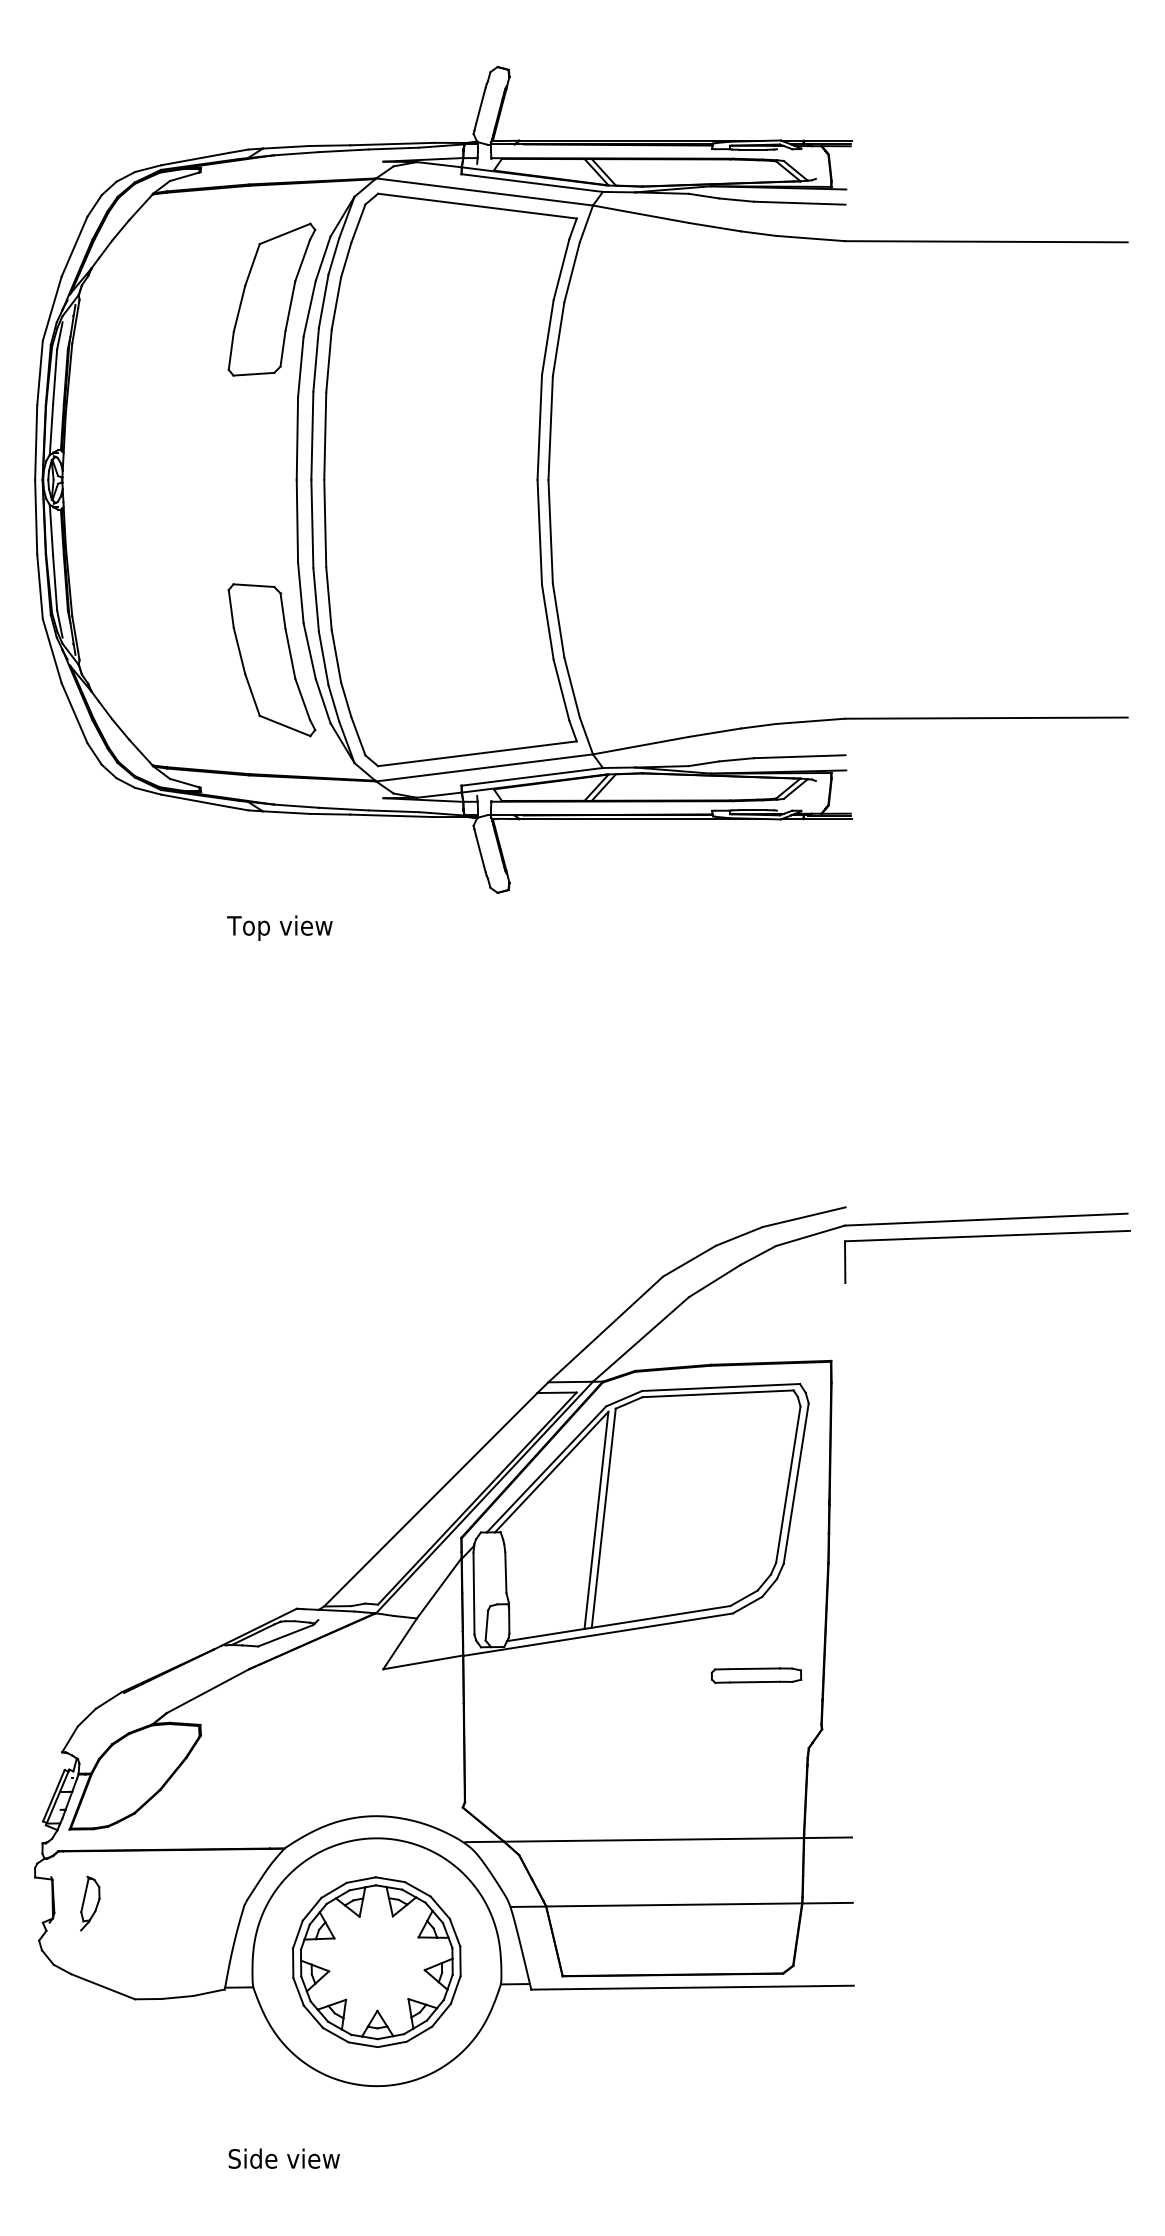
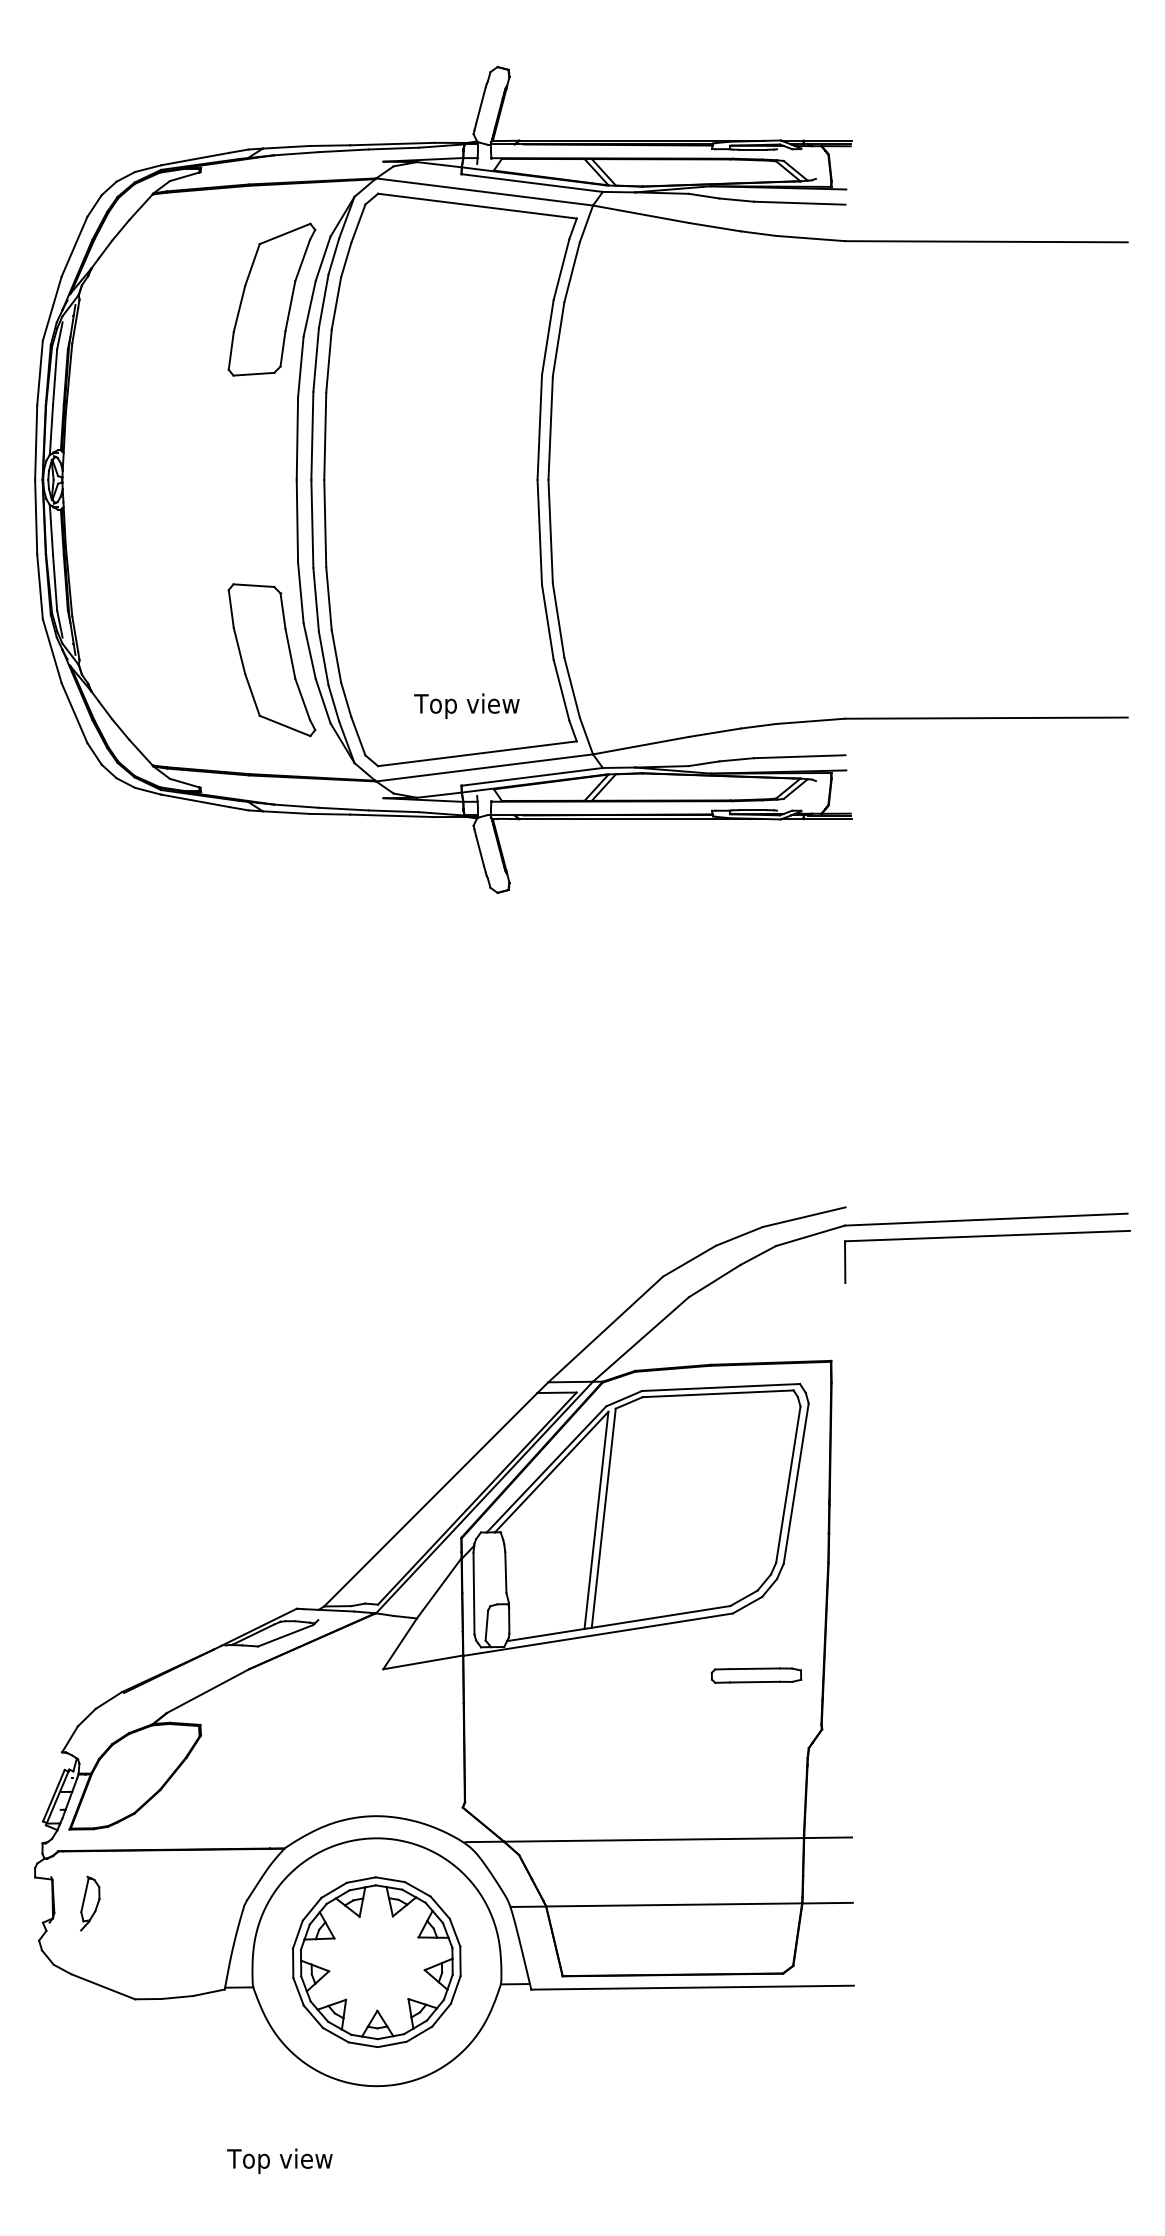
text at (279, 927) position: (279, 927) -> (466, 705)
text at (283, 2160): Side view -> Top view
